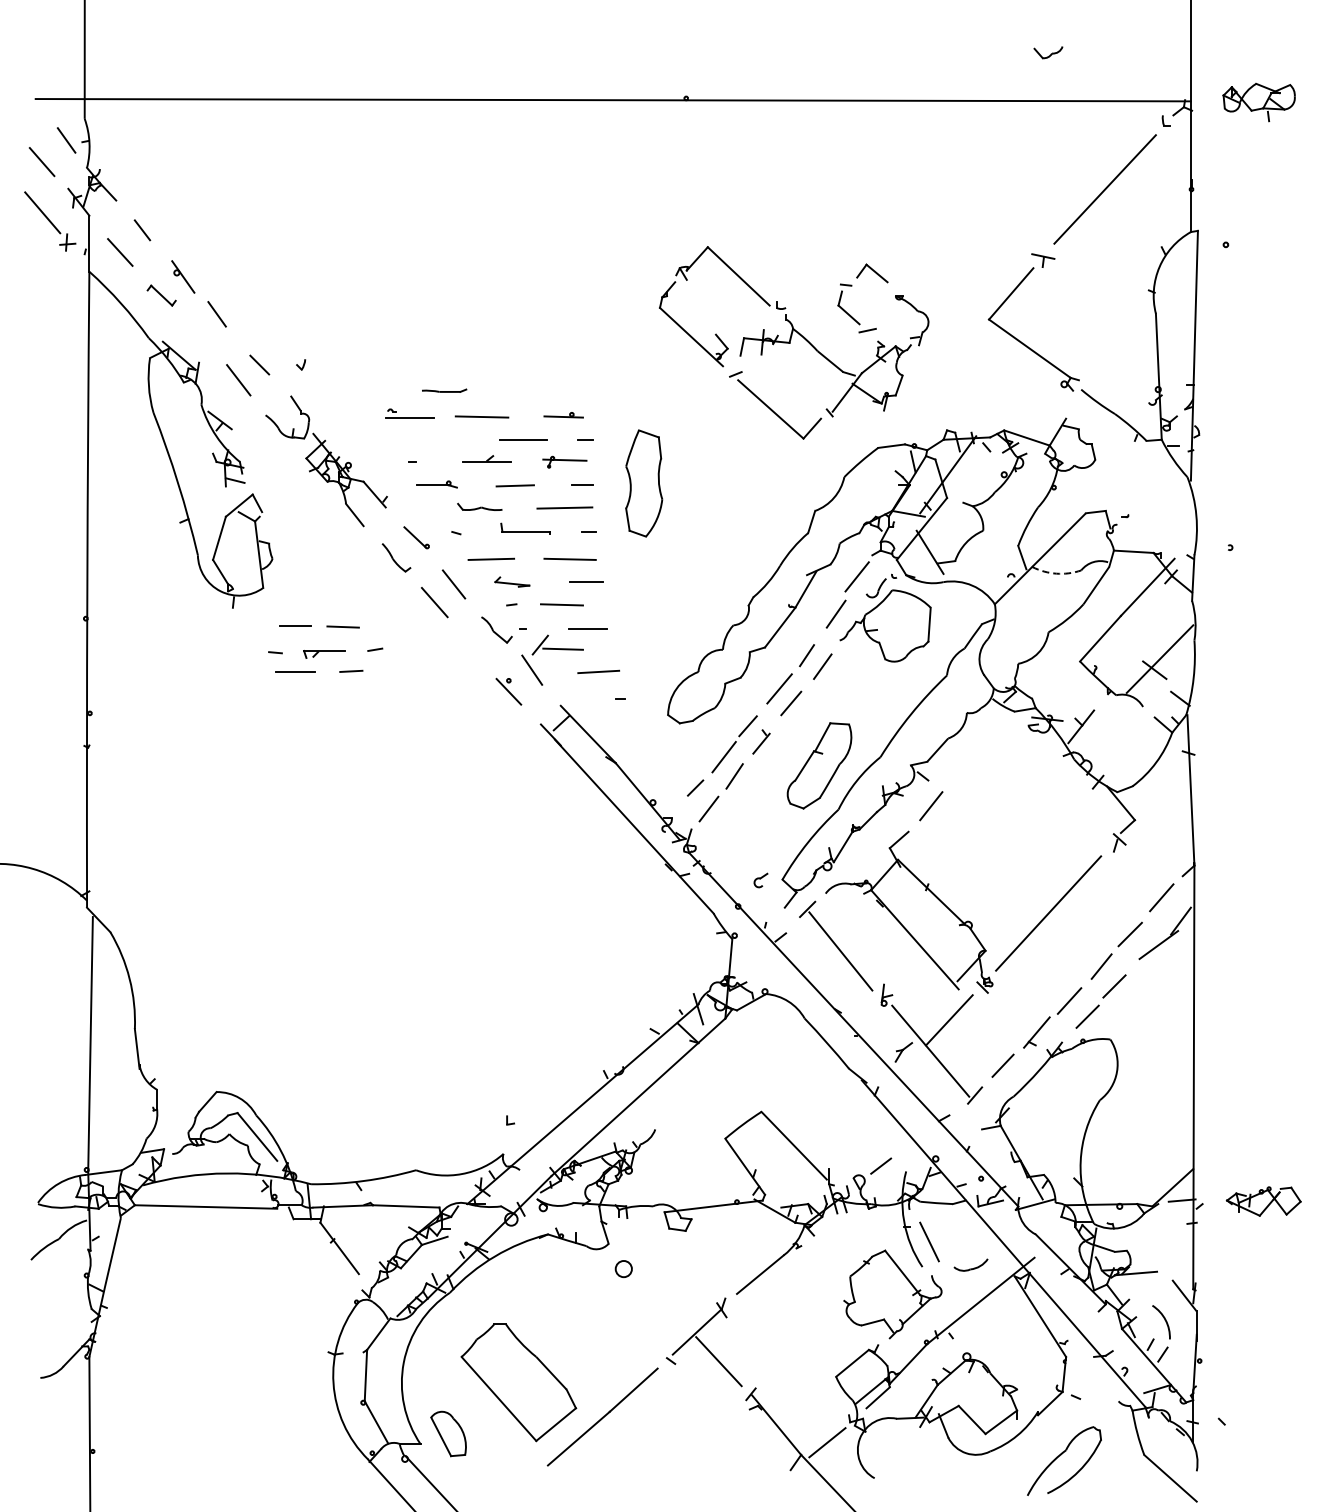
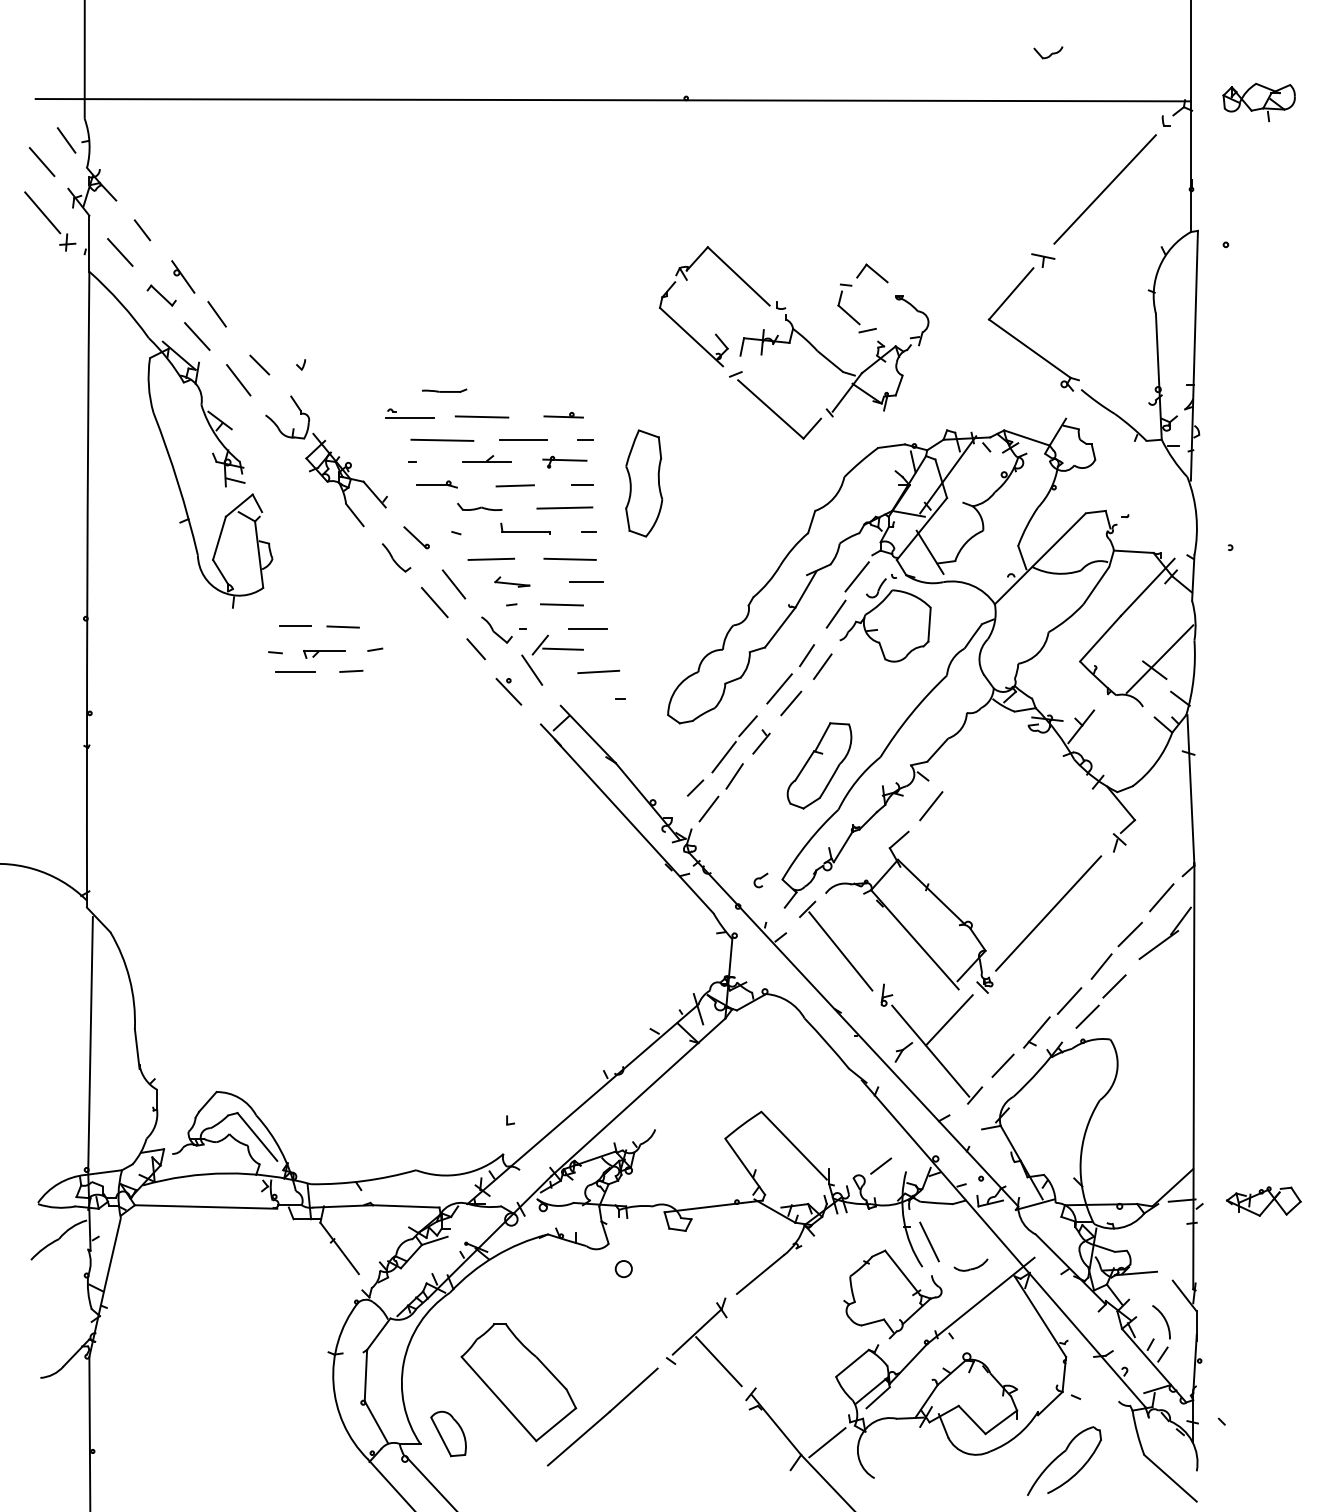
line at (197, 336): none -> present
line at (442, 439): none -> present
arc at (1056, 573): dashed -> solid
line at (475, 649): none -> present
